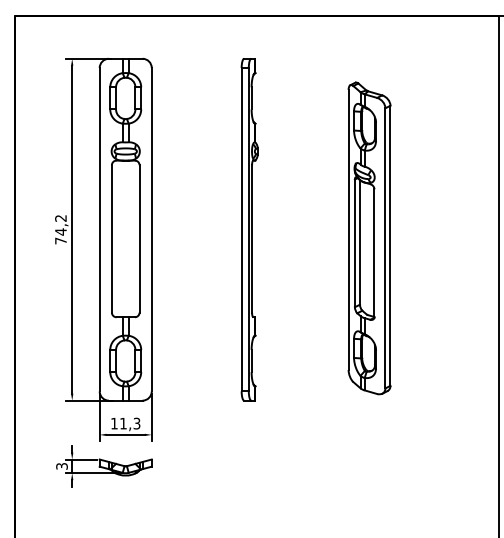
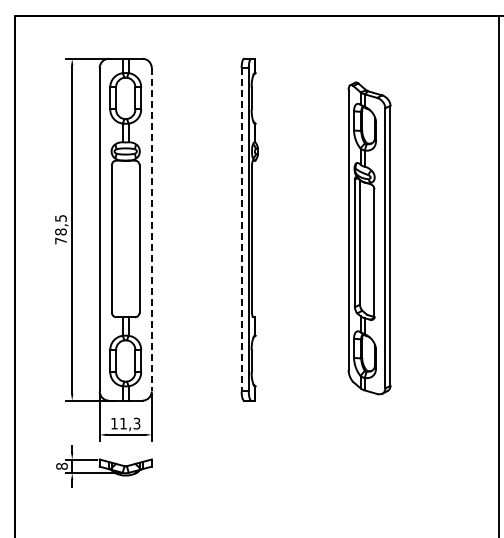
text at (60, 225): 74,2 -> 78,5
line at (151, 229): solid -> dashed
line at (241, 229): solid -> dashed
text at (61, 465): 3 -> 8
